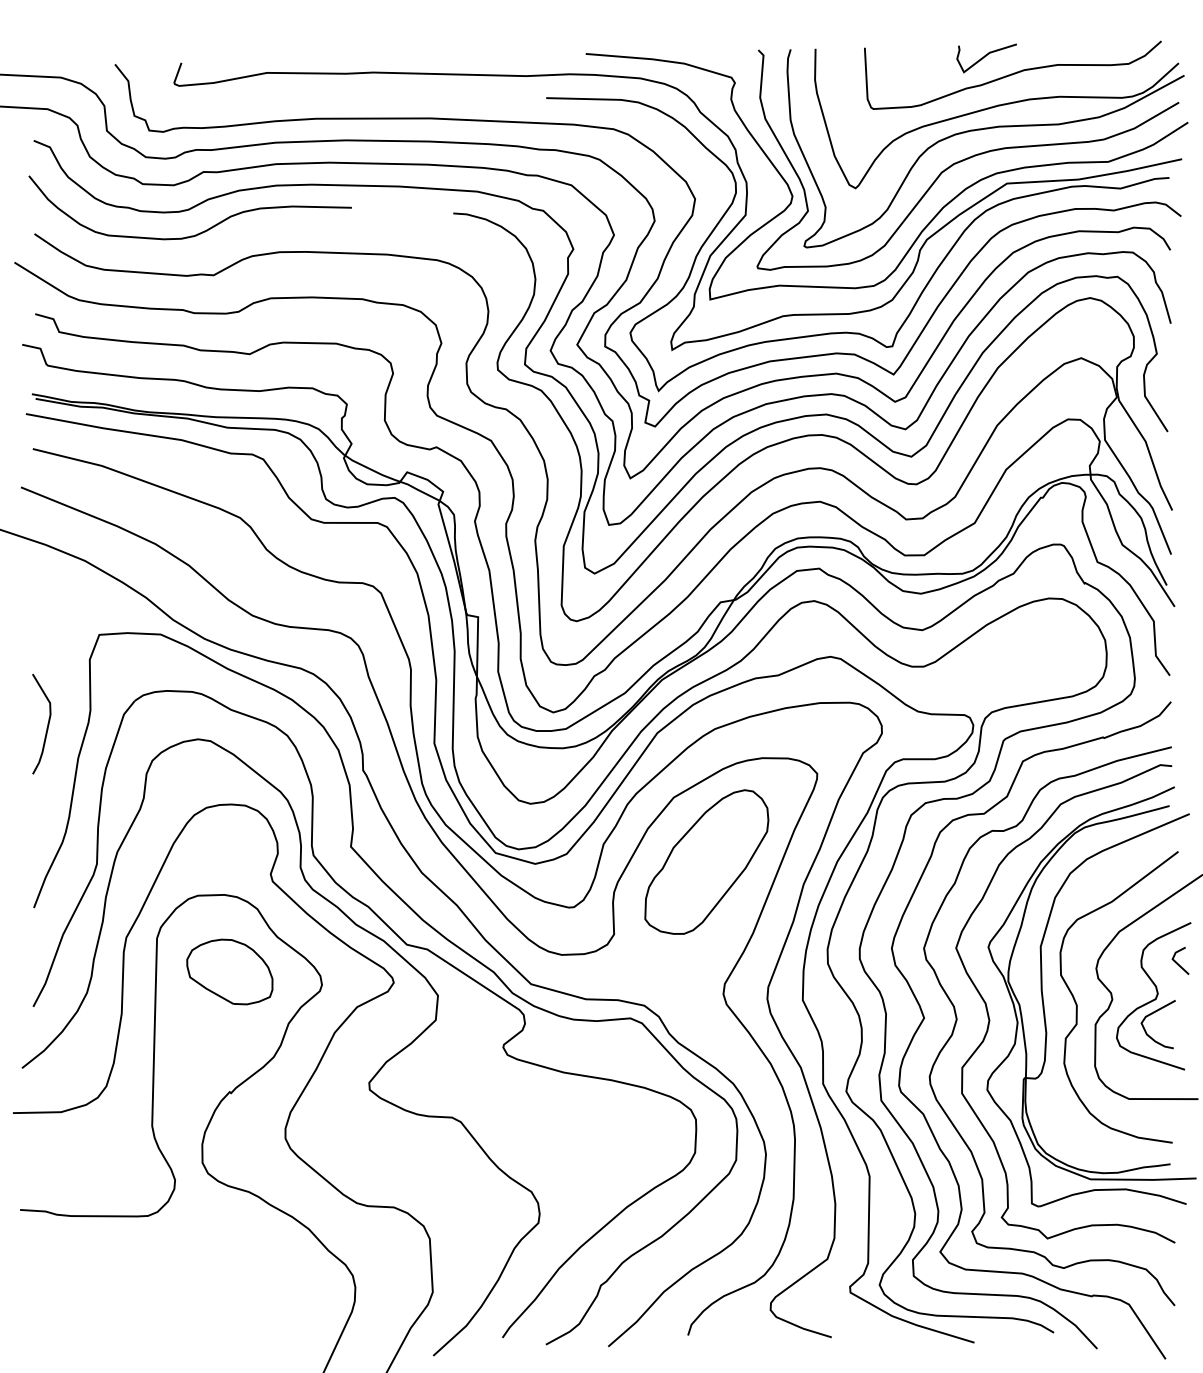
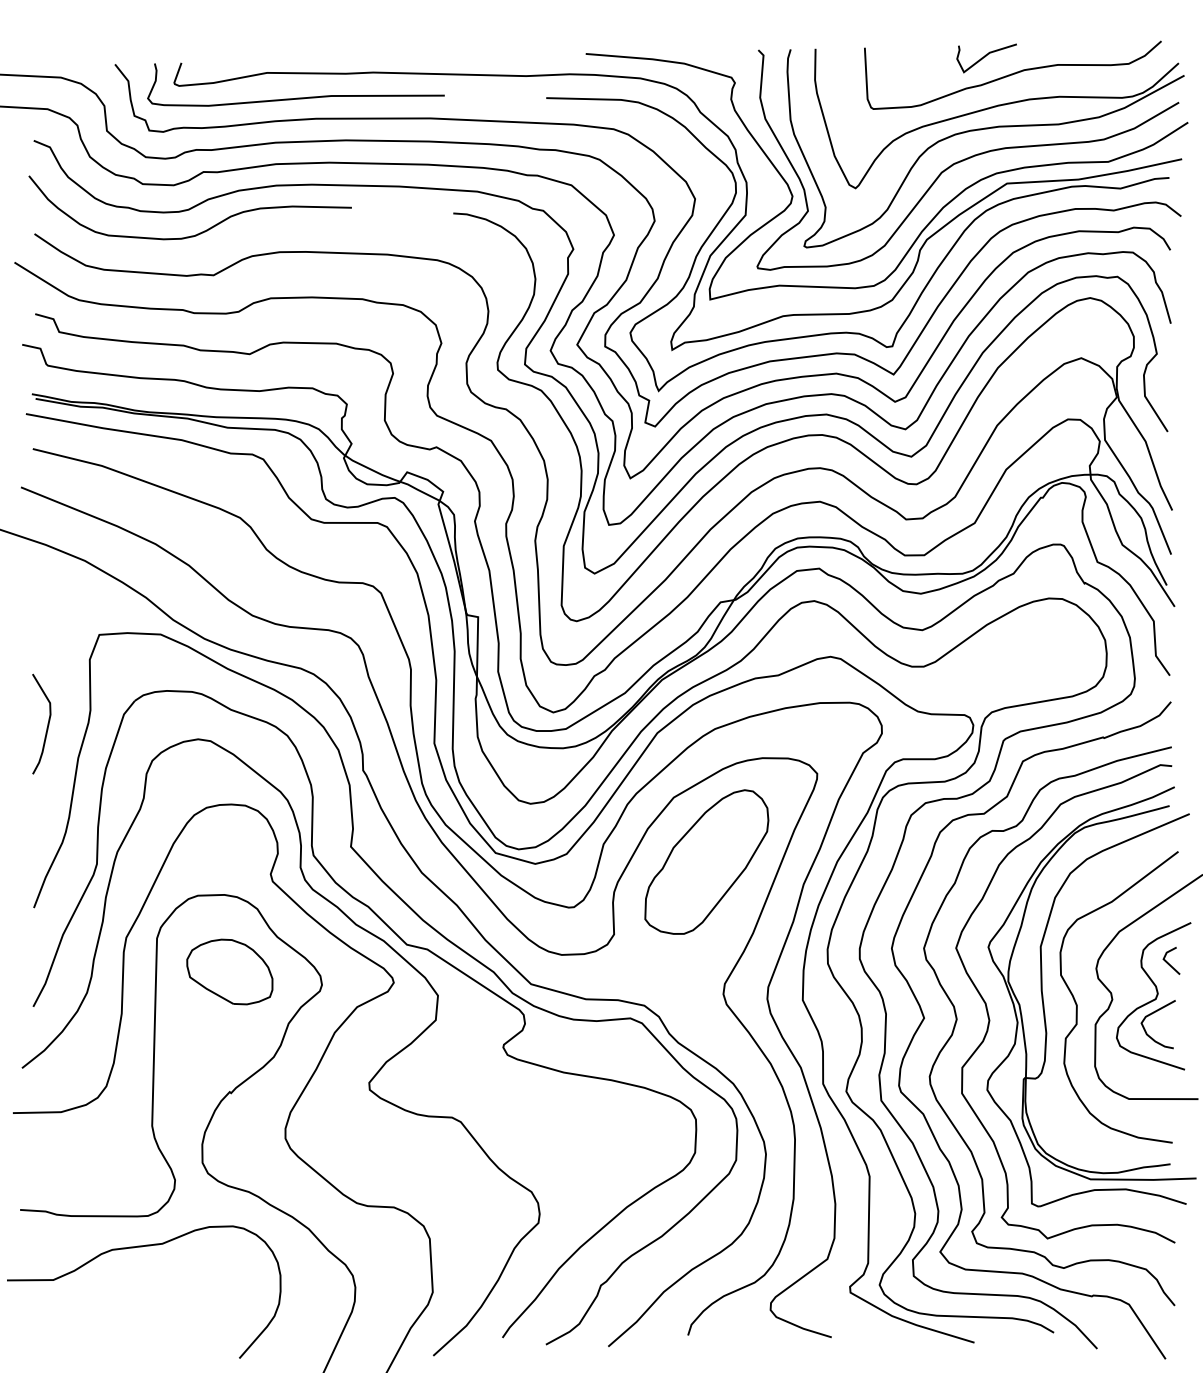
curve at (296, 97): none -> present
line at (1177, 962) position: (1177, 962) -> (1168, 962)
curve at (142, 1247): none -> present
